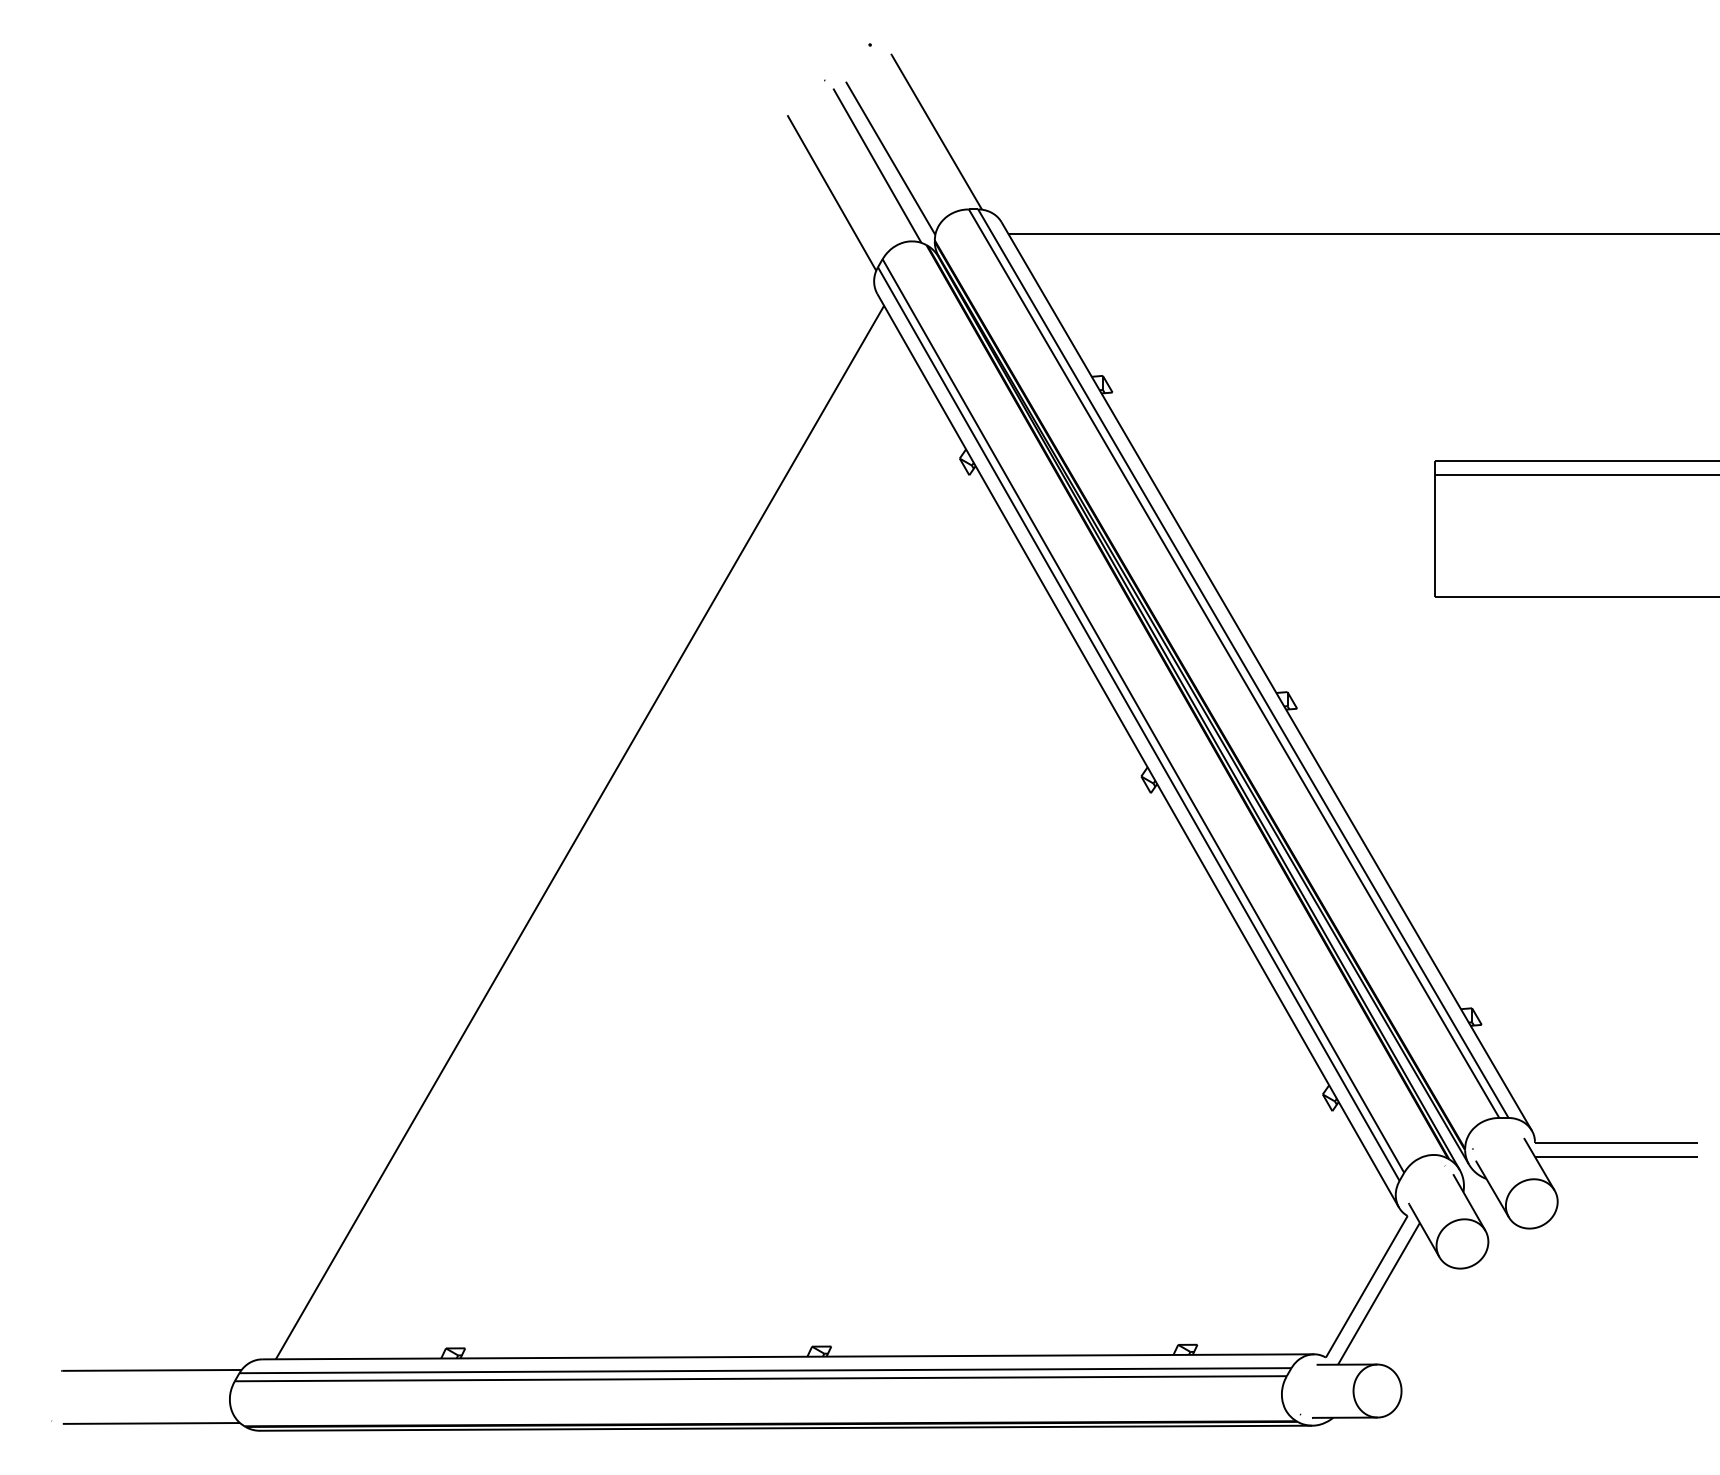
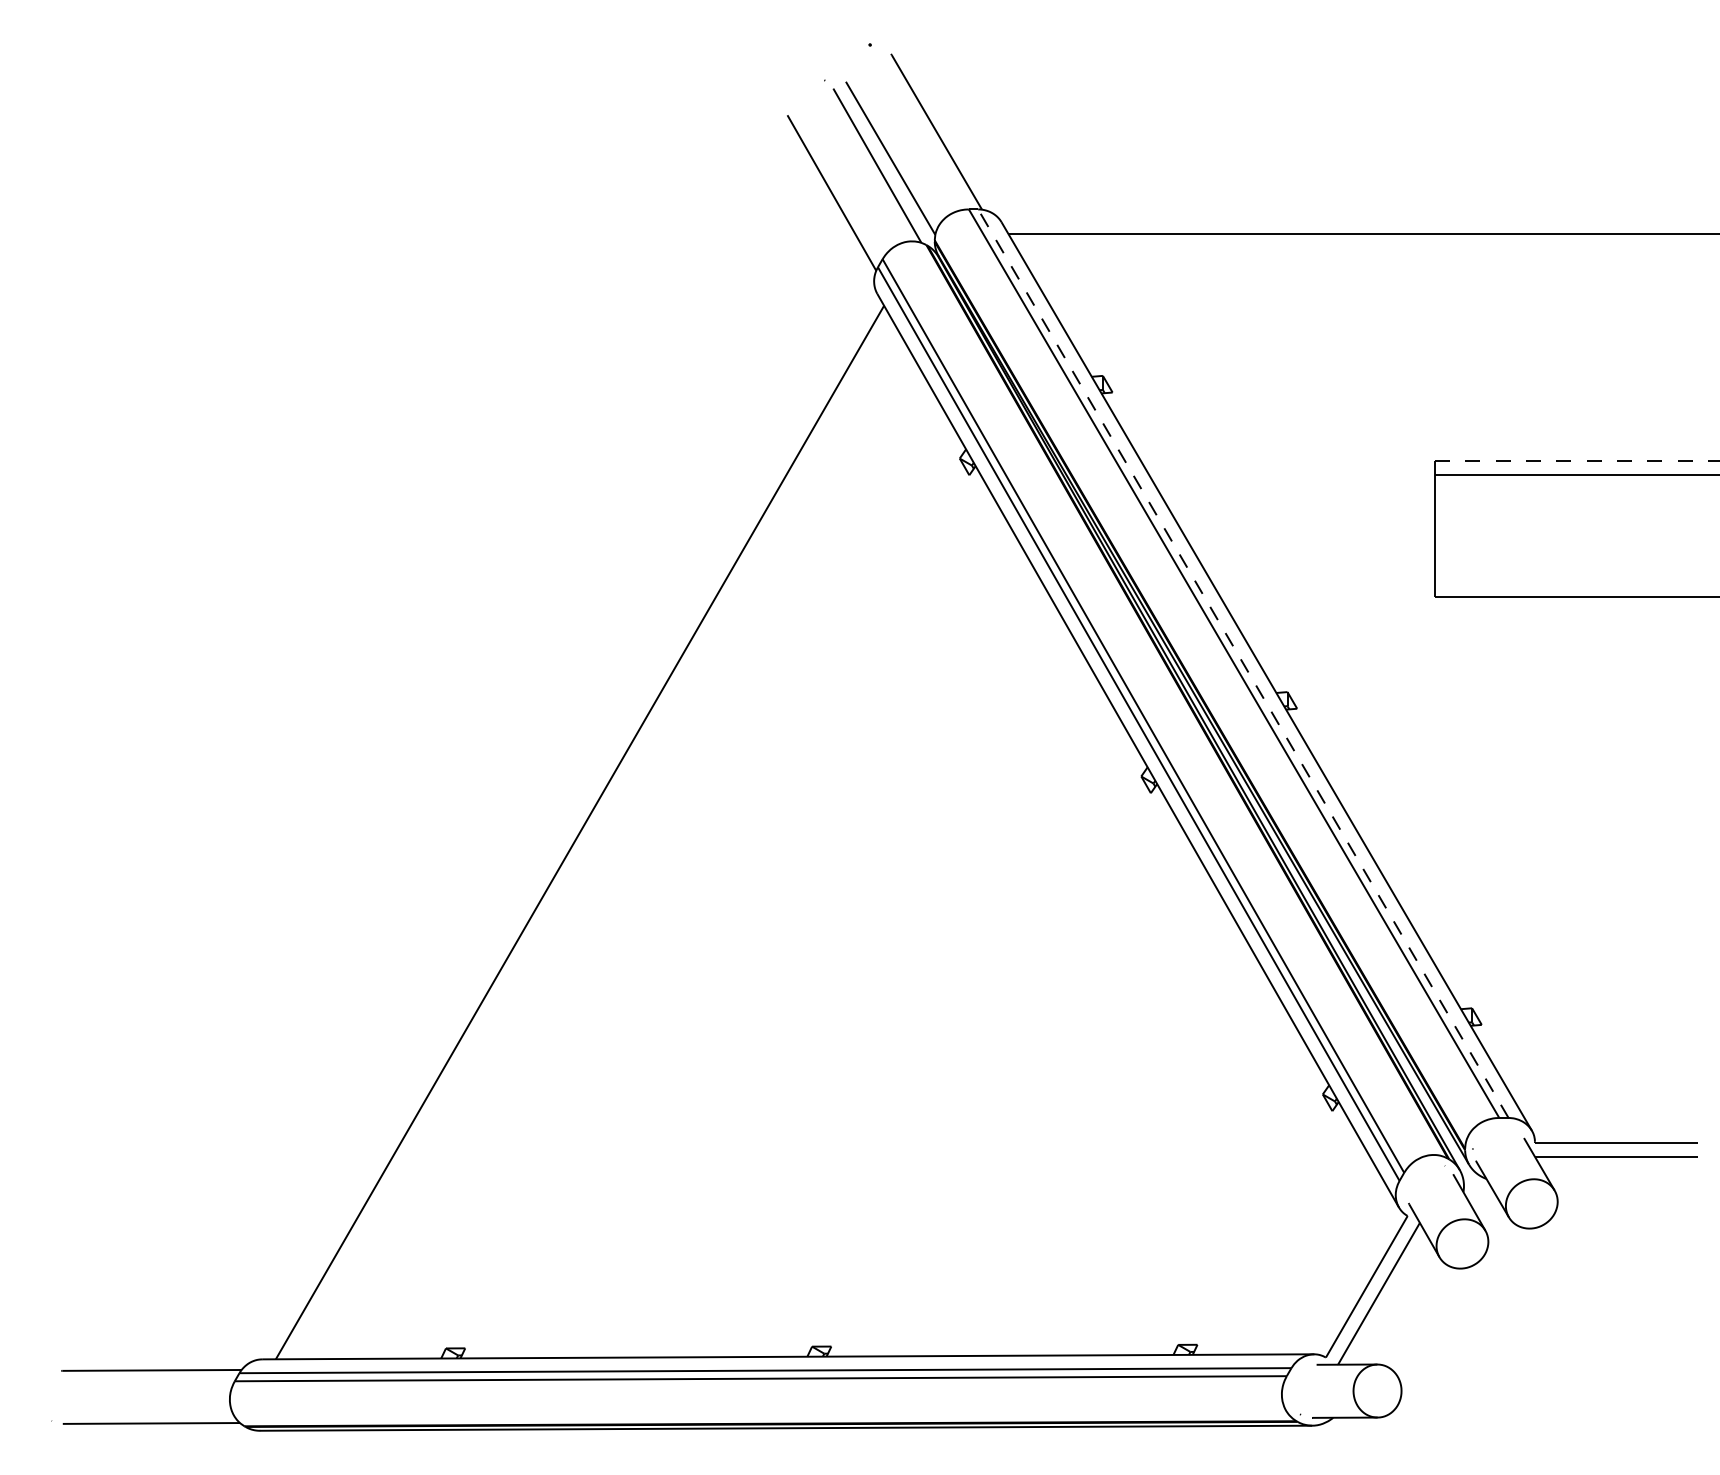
line at (1577, 461): solid -> dashed
line at (1243, 663): solid -> dashed
